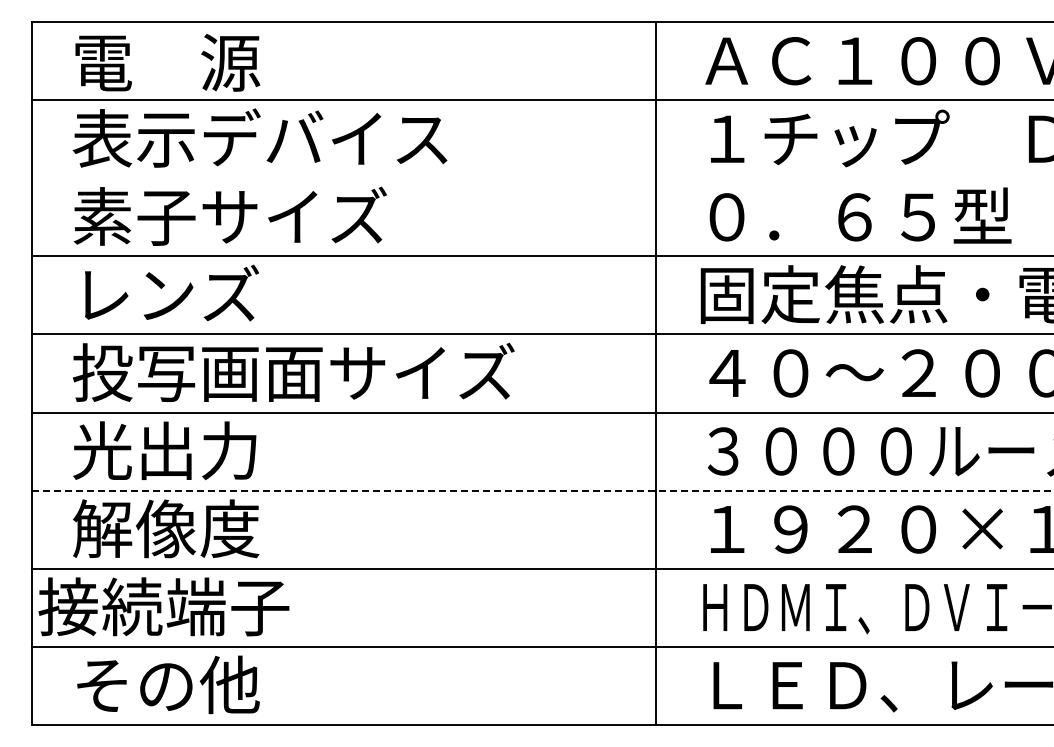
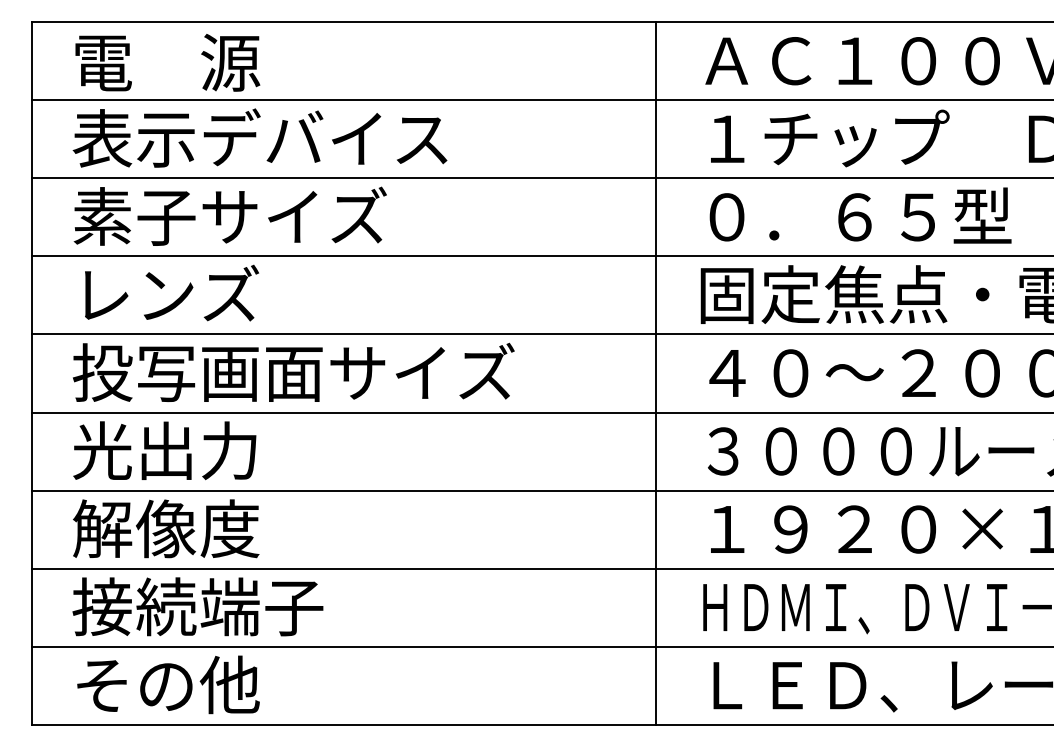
line at (540, 178): none -> present
line at (542, 490): dashed -> solid
text at (163, 606) position: (163, 606) -> (197, 606)
